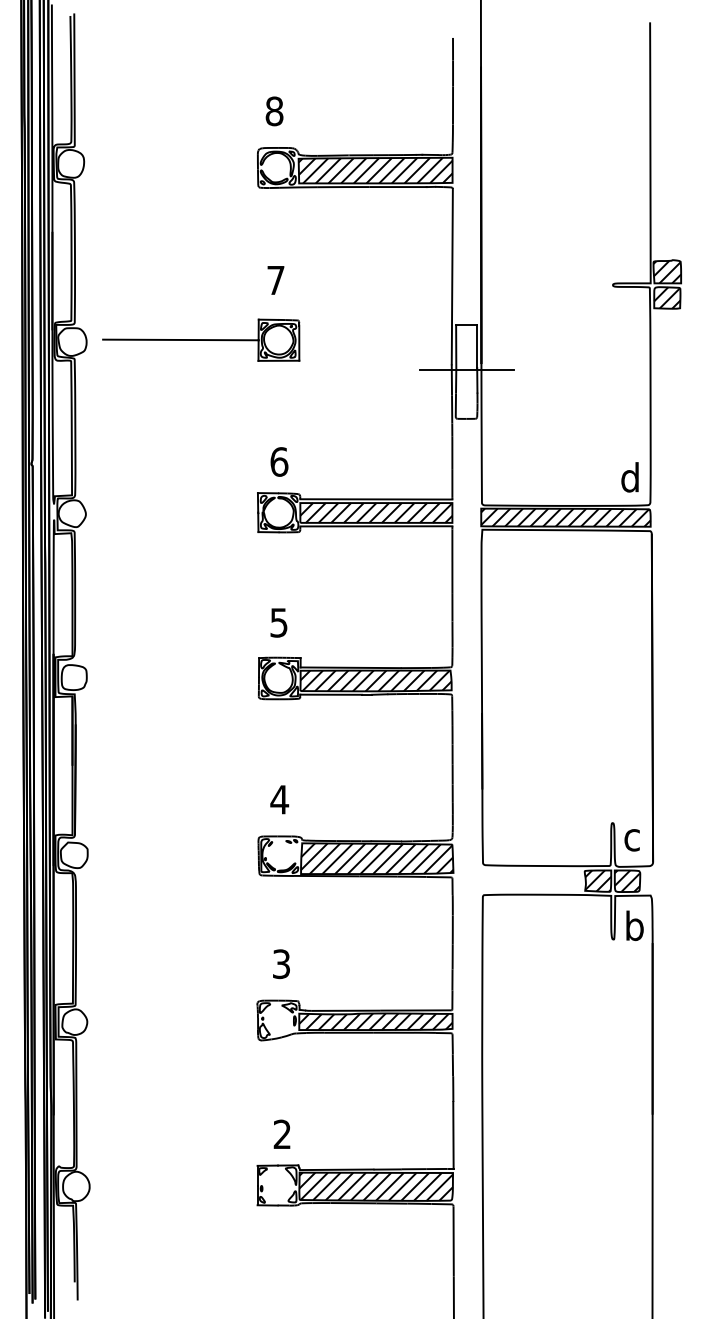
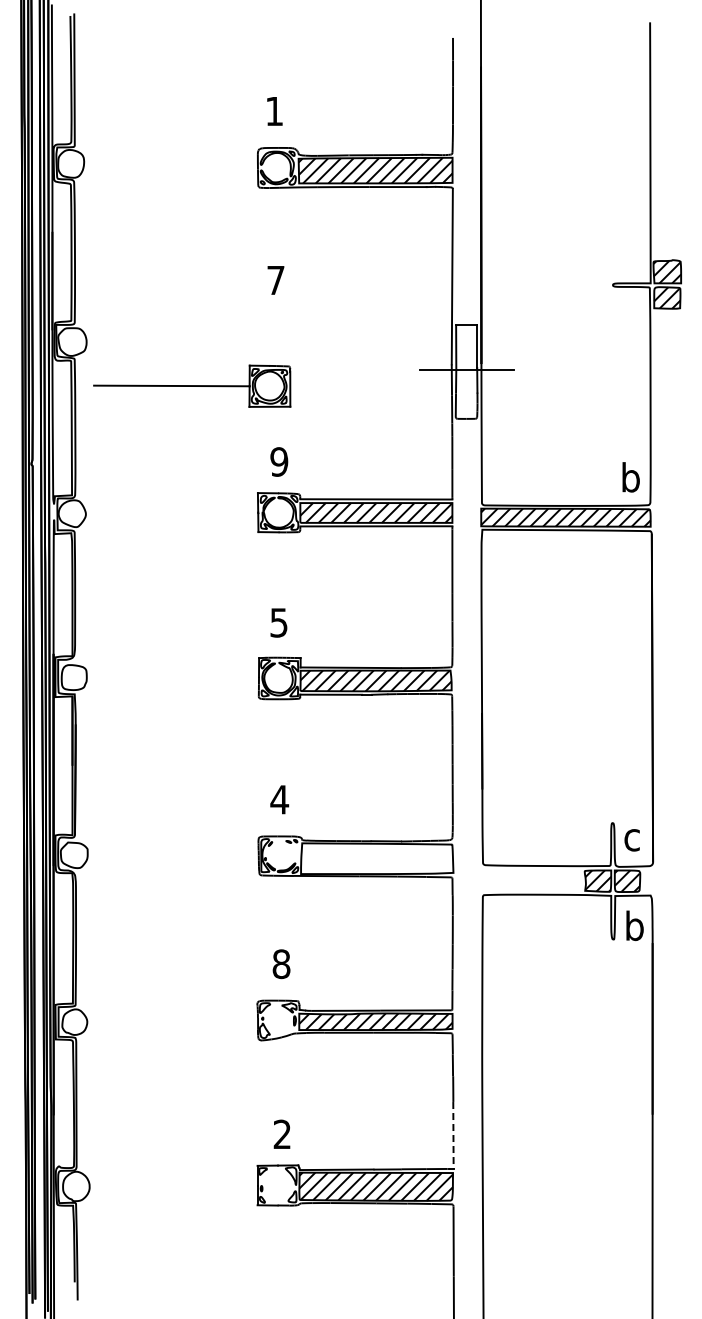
text at (274, 111): 8 -> 1
part at (201, 339) position: (201, 339) -> (192, 385)
text at (279, 461): 6 -> 9
text at (630, 477): d -> b
hatch at (377, 858): present -> none
text at (281, 964): 3 -> 8
line at (453, 1136): solid -> dashed
